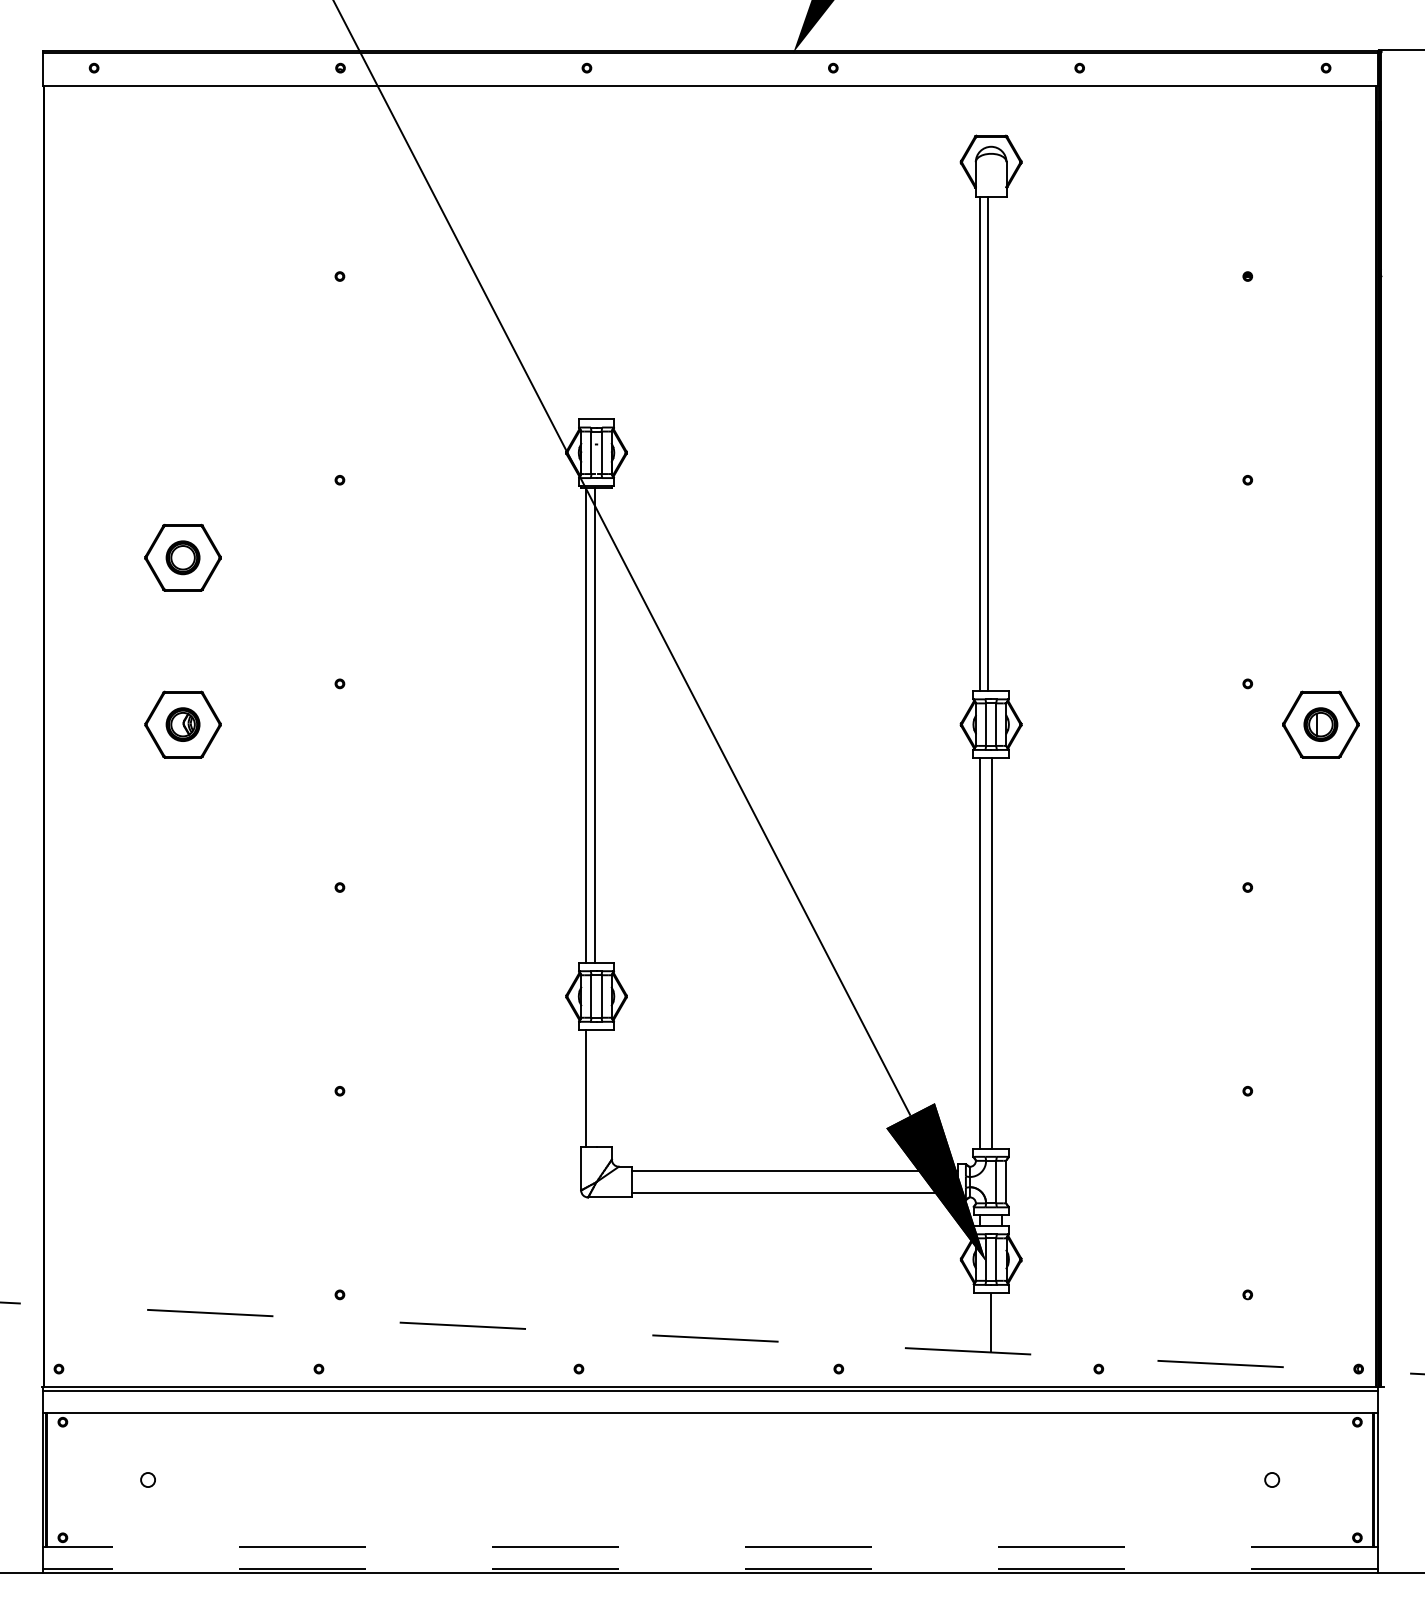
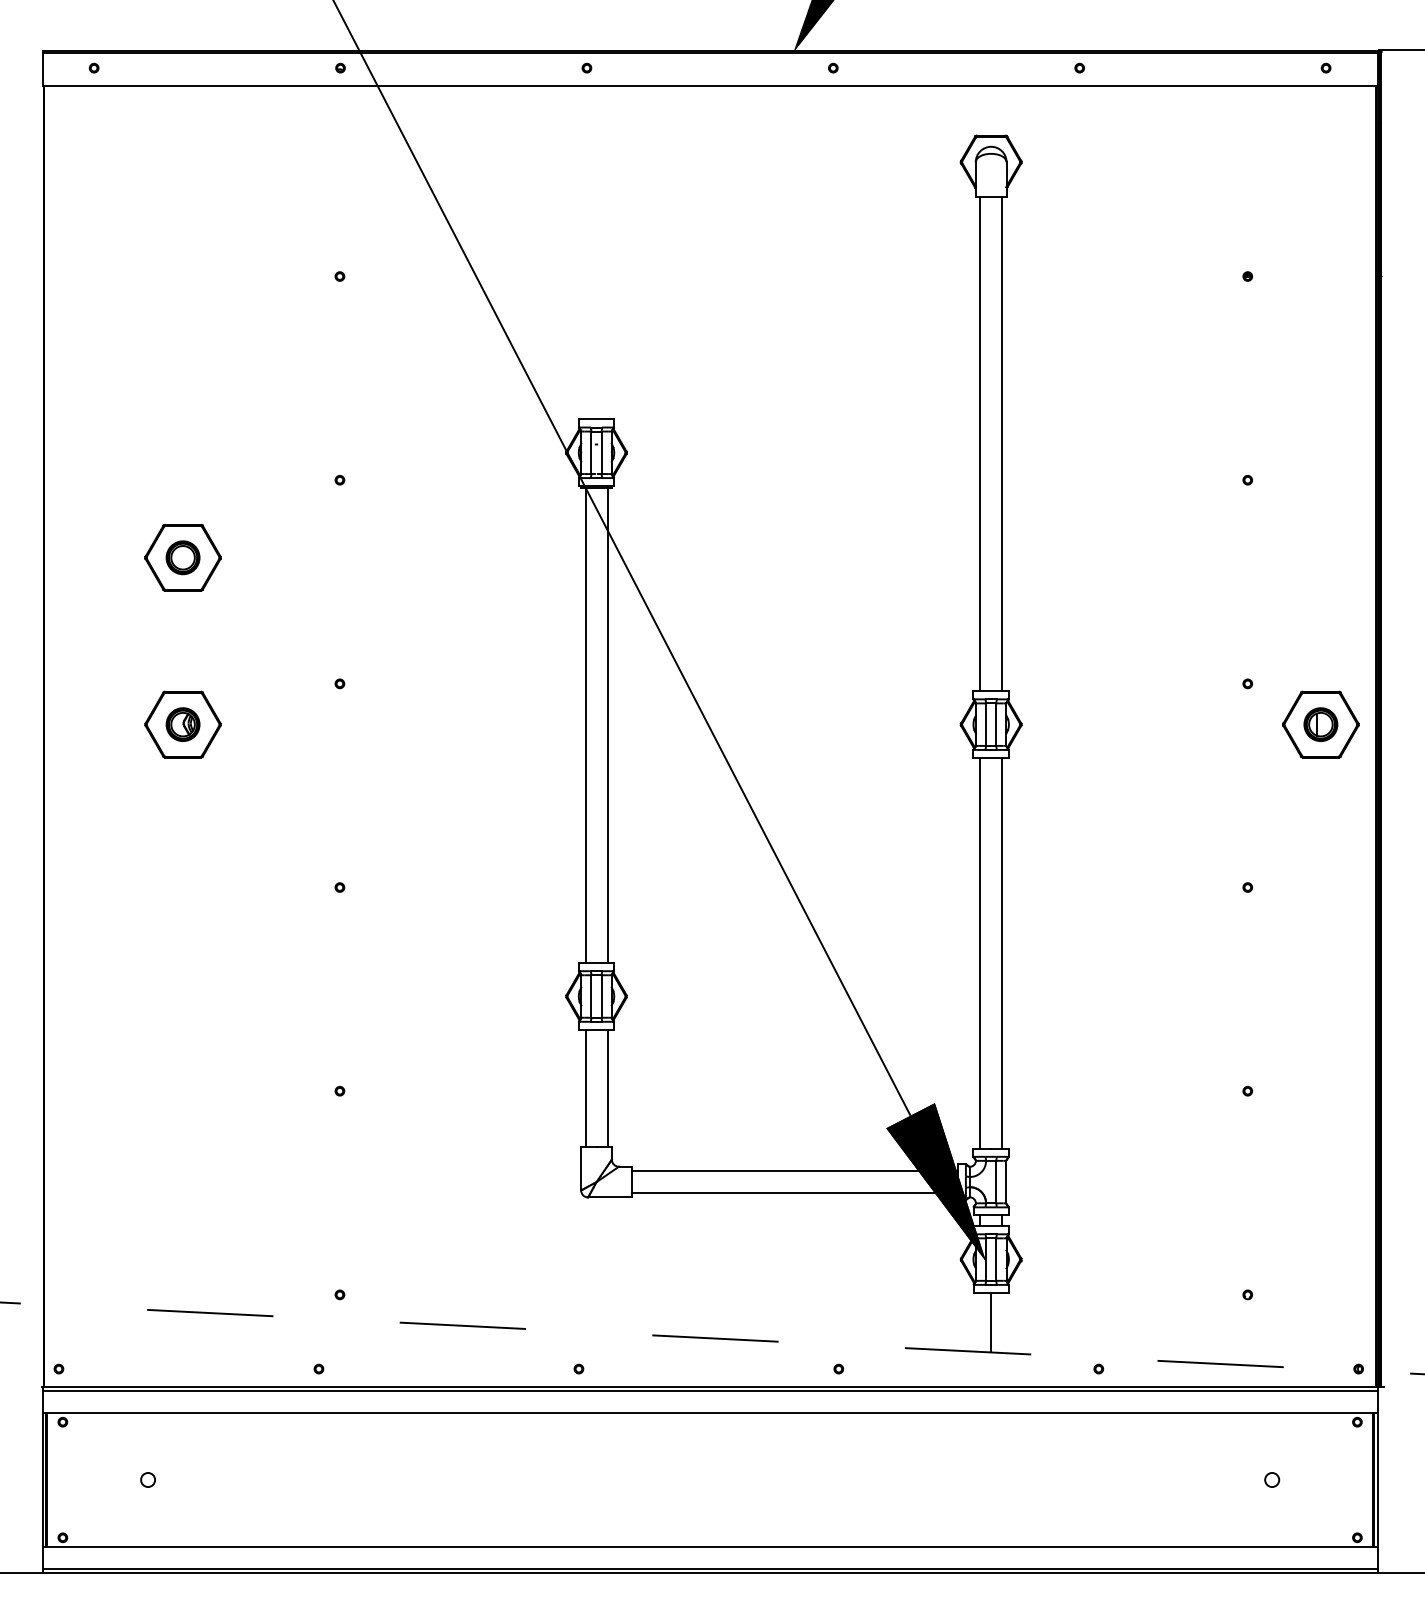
line at (988, 444) position: (988, 444) -> (1002, 444)
line at (594, 725) position: (594, 725) -> (607, 725)
line at (992, 953) position: (992, 953) -> (1002, 953)
line at (607, 1087): none -> present
line at (709, 1547): dashed -> solid
line at (709, 1568): dashed -> solid
